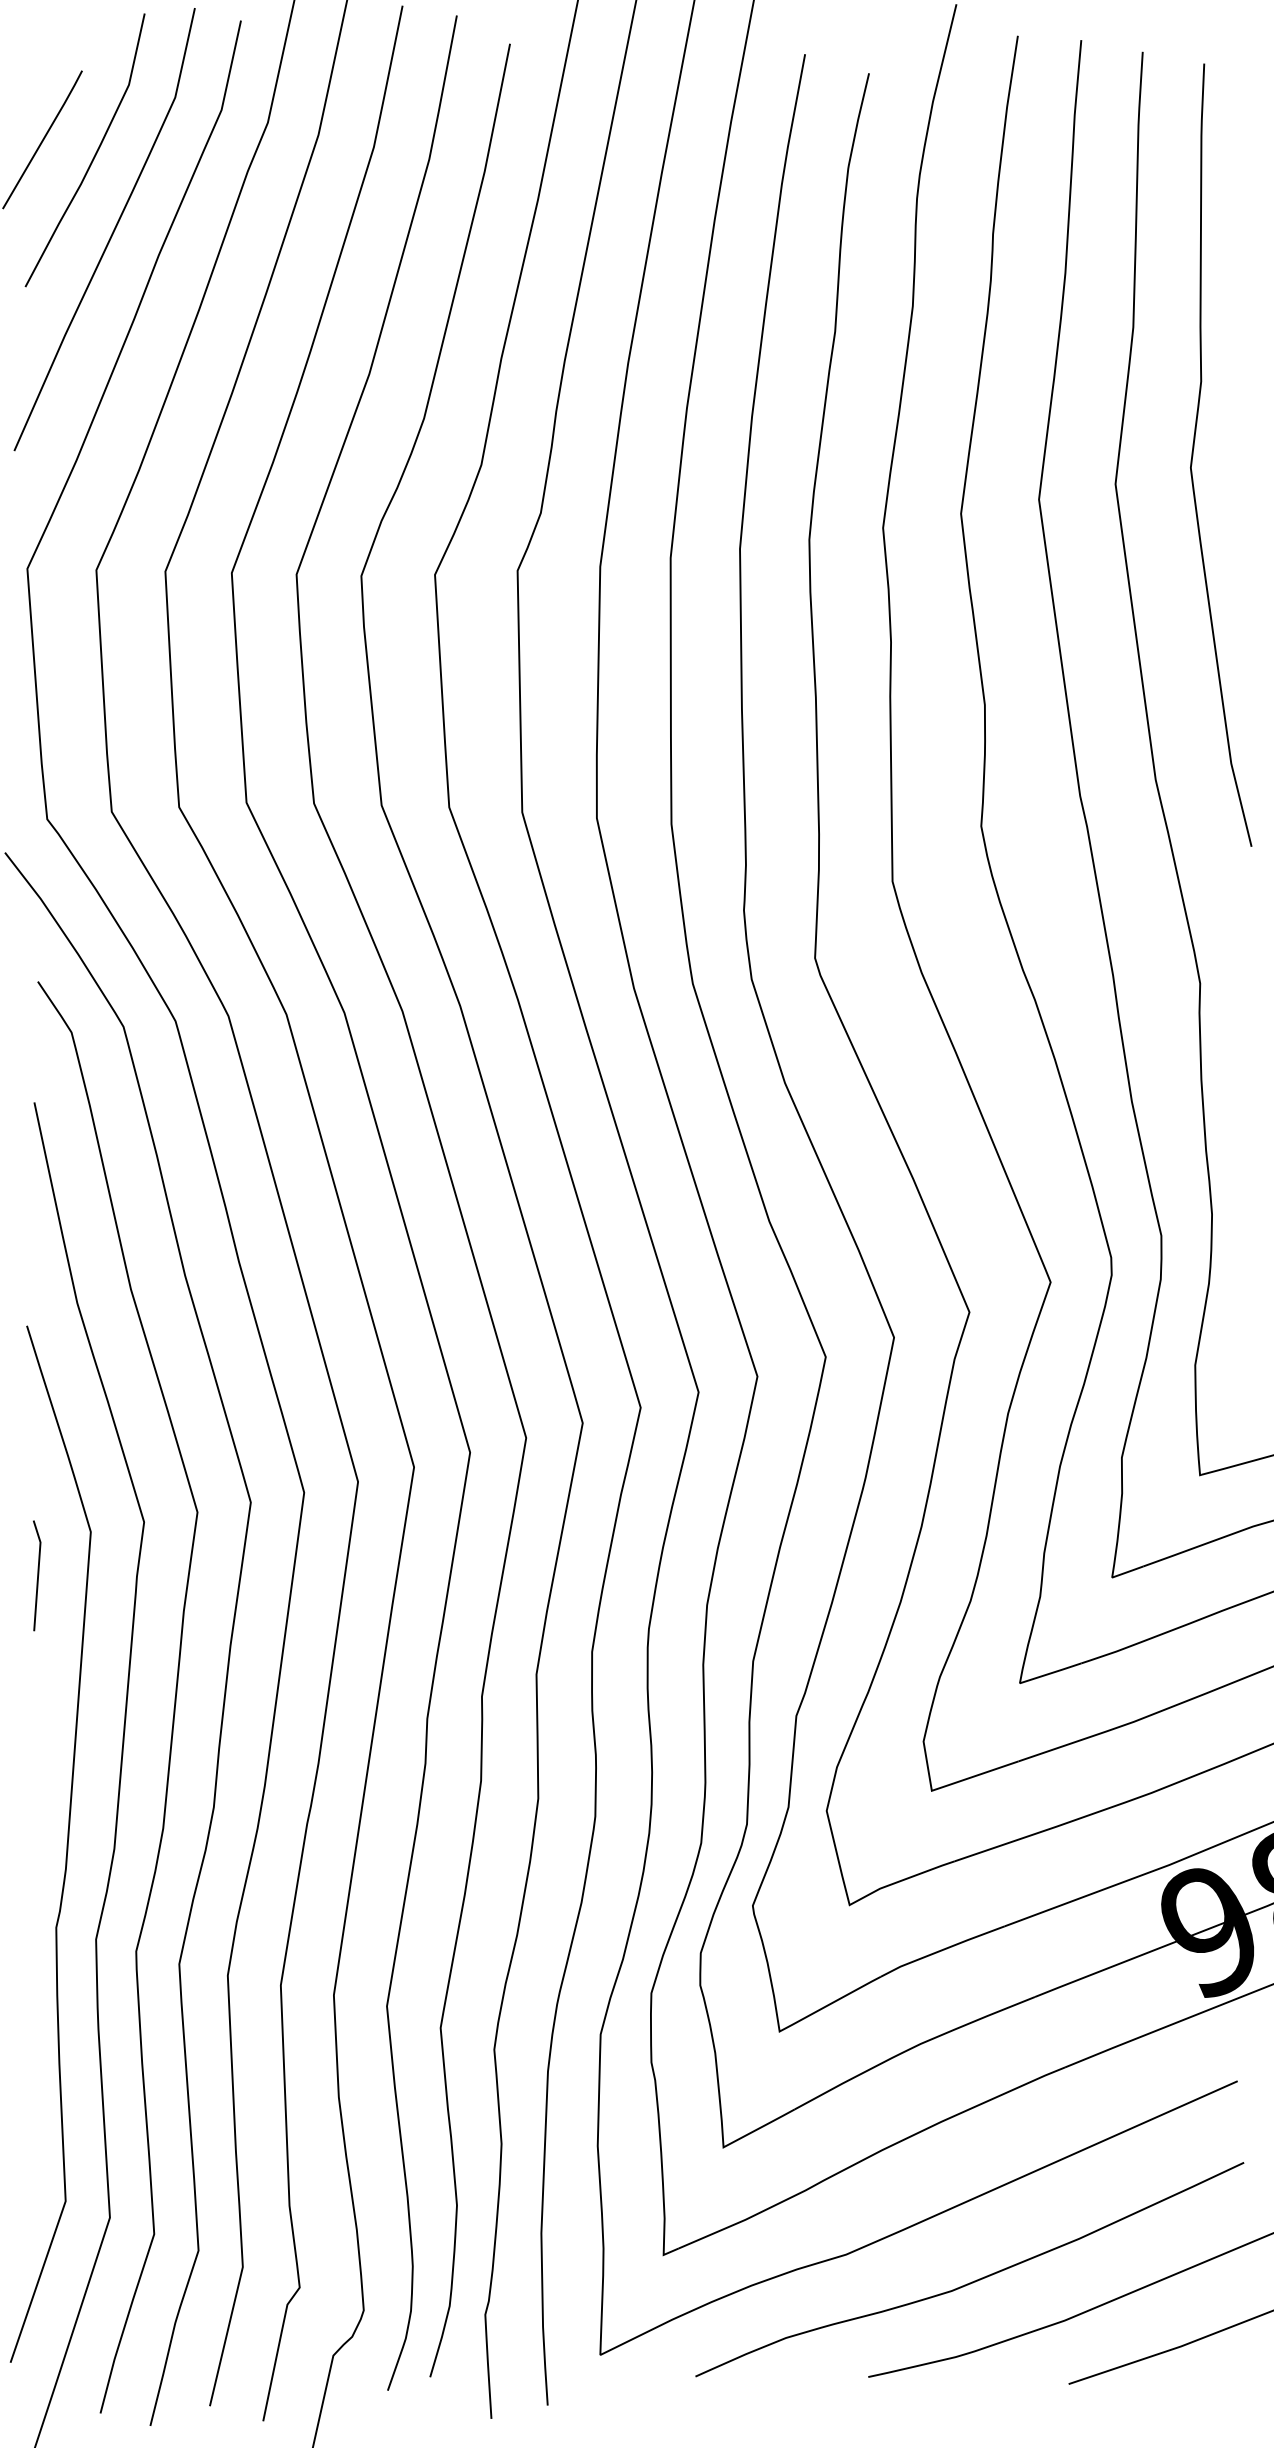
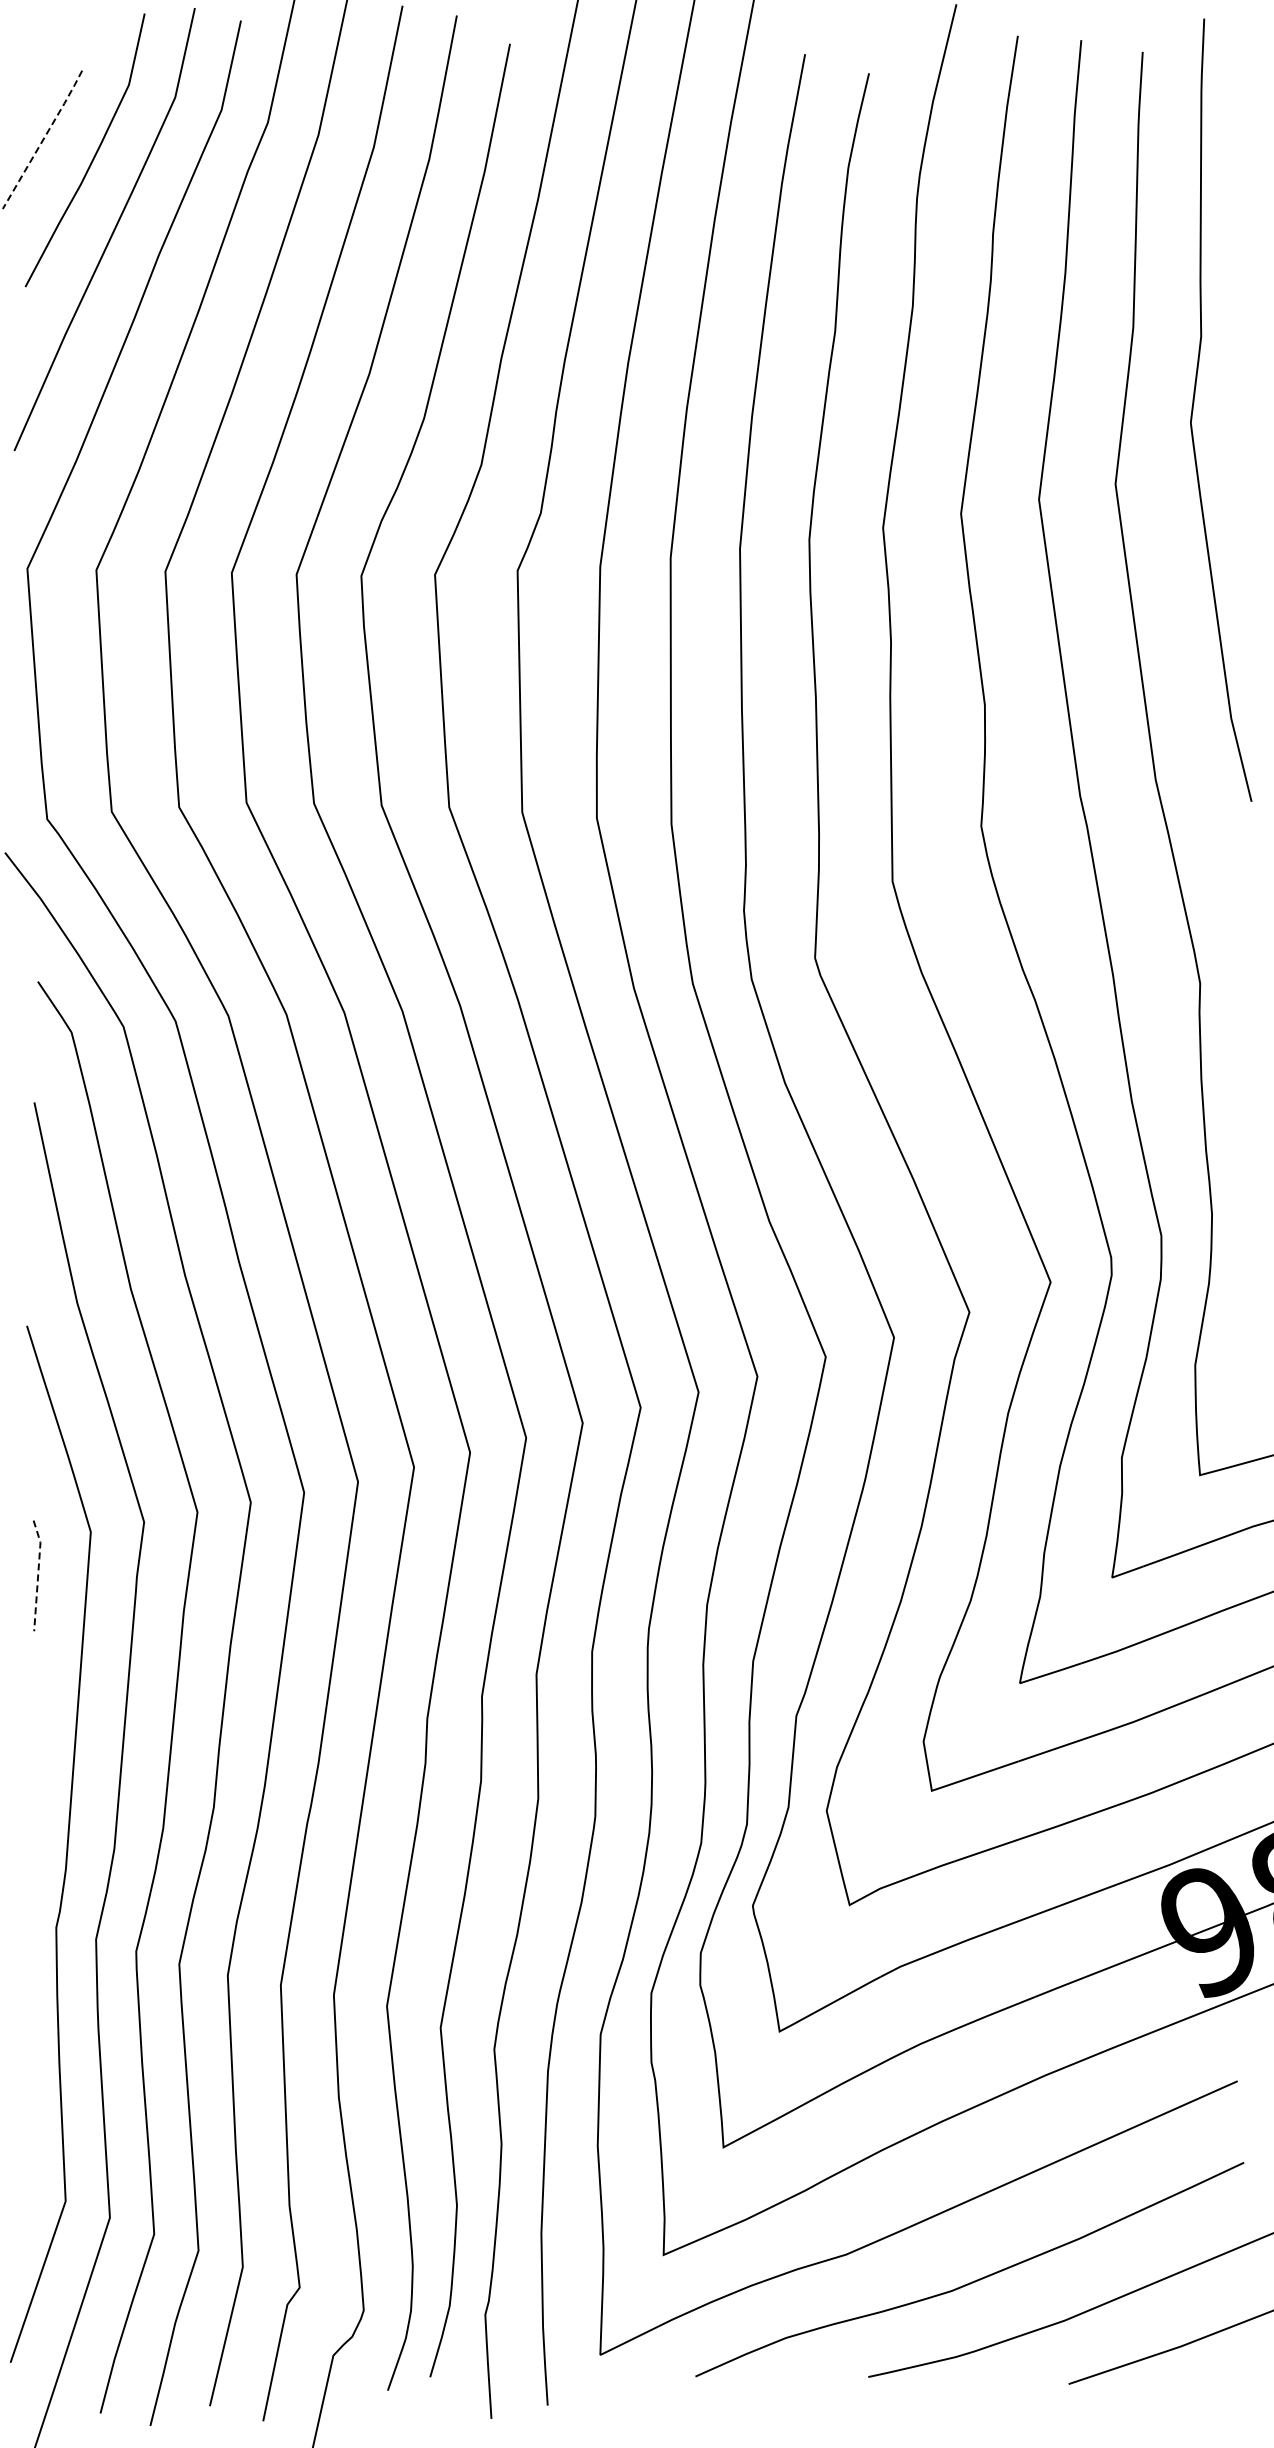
line at (43, 138): solid -> dashed
curve at (1194, 448) position: (1194, 448) -> (1194, 403)
line at (38, 1575): solid -> dashed
